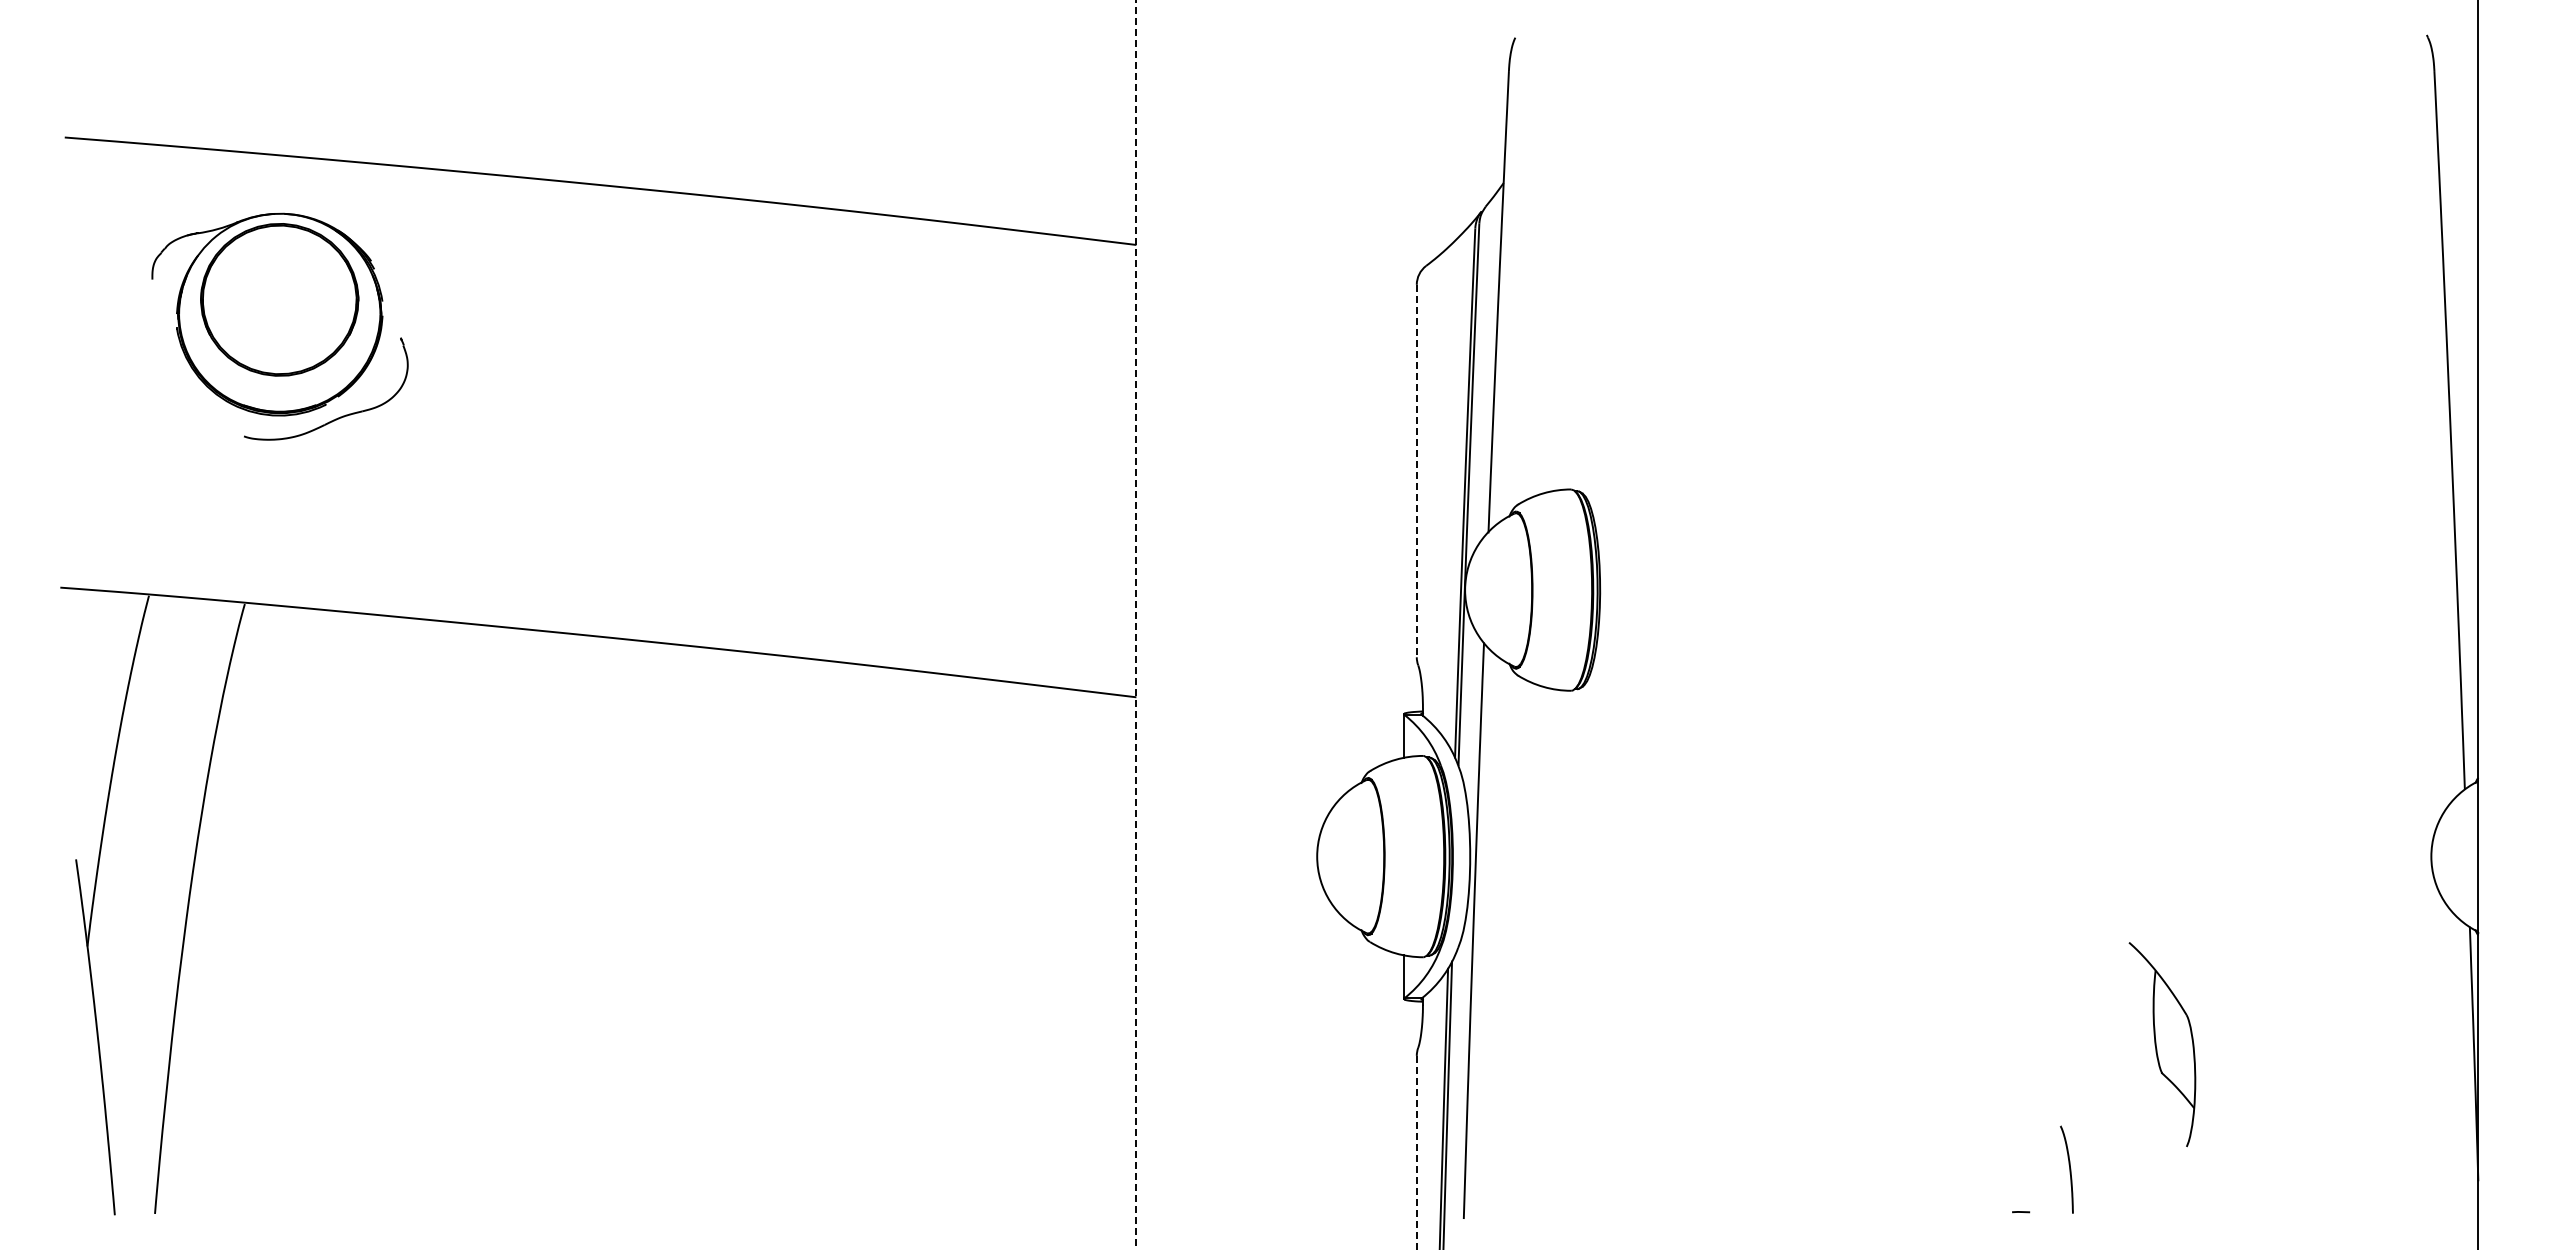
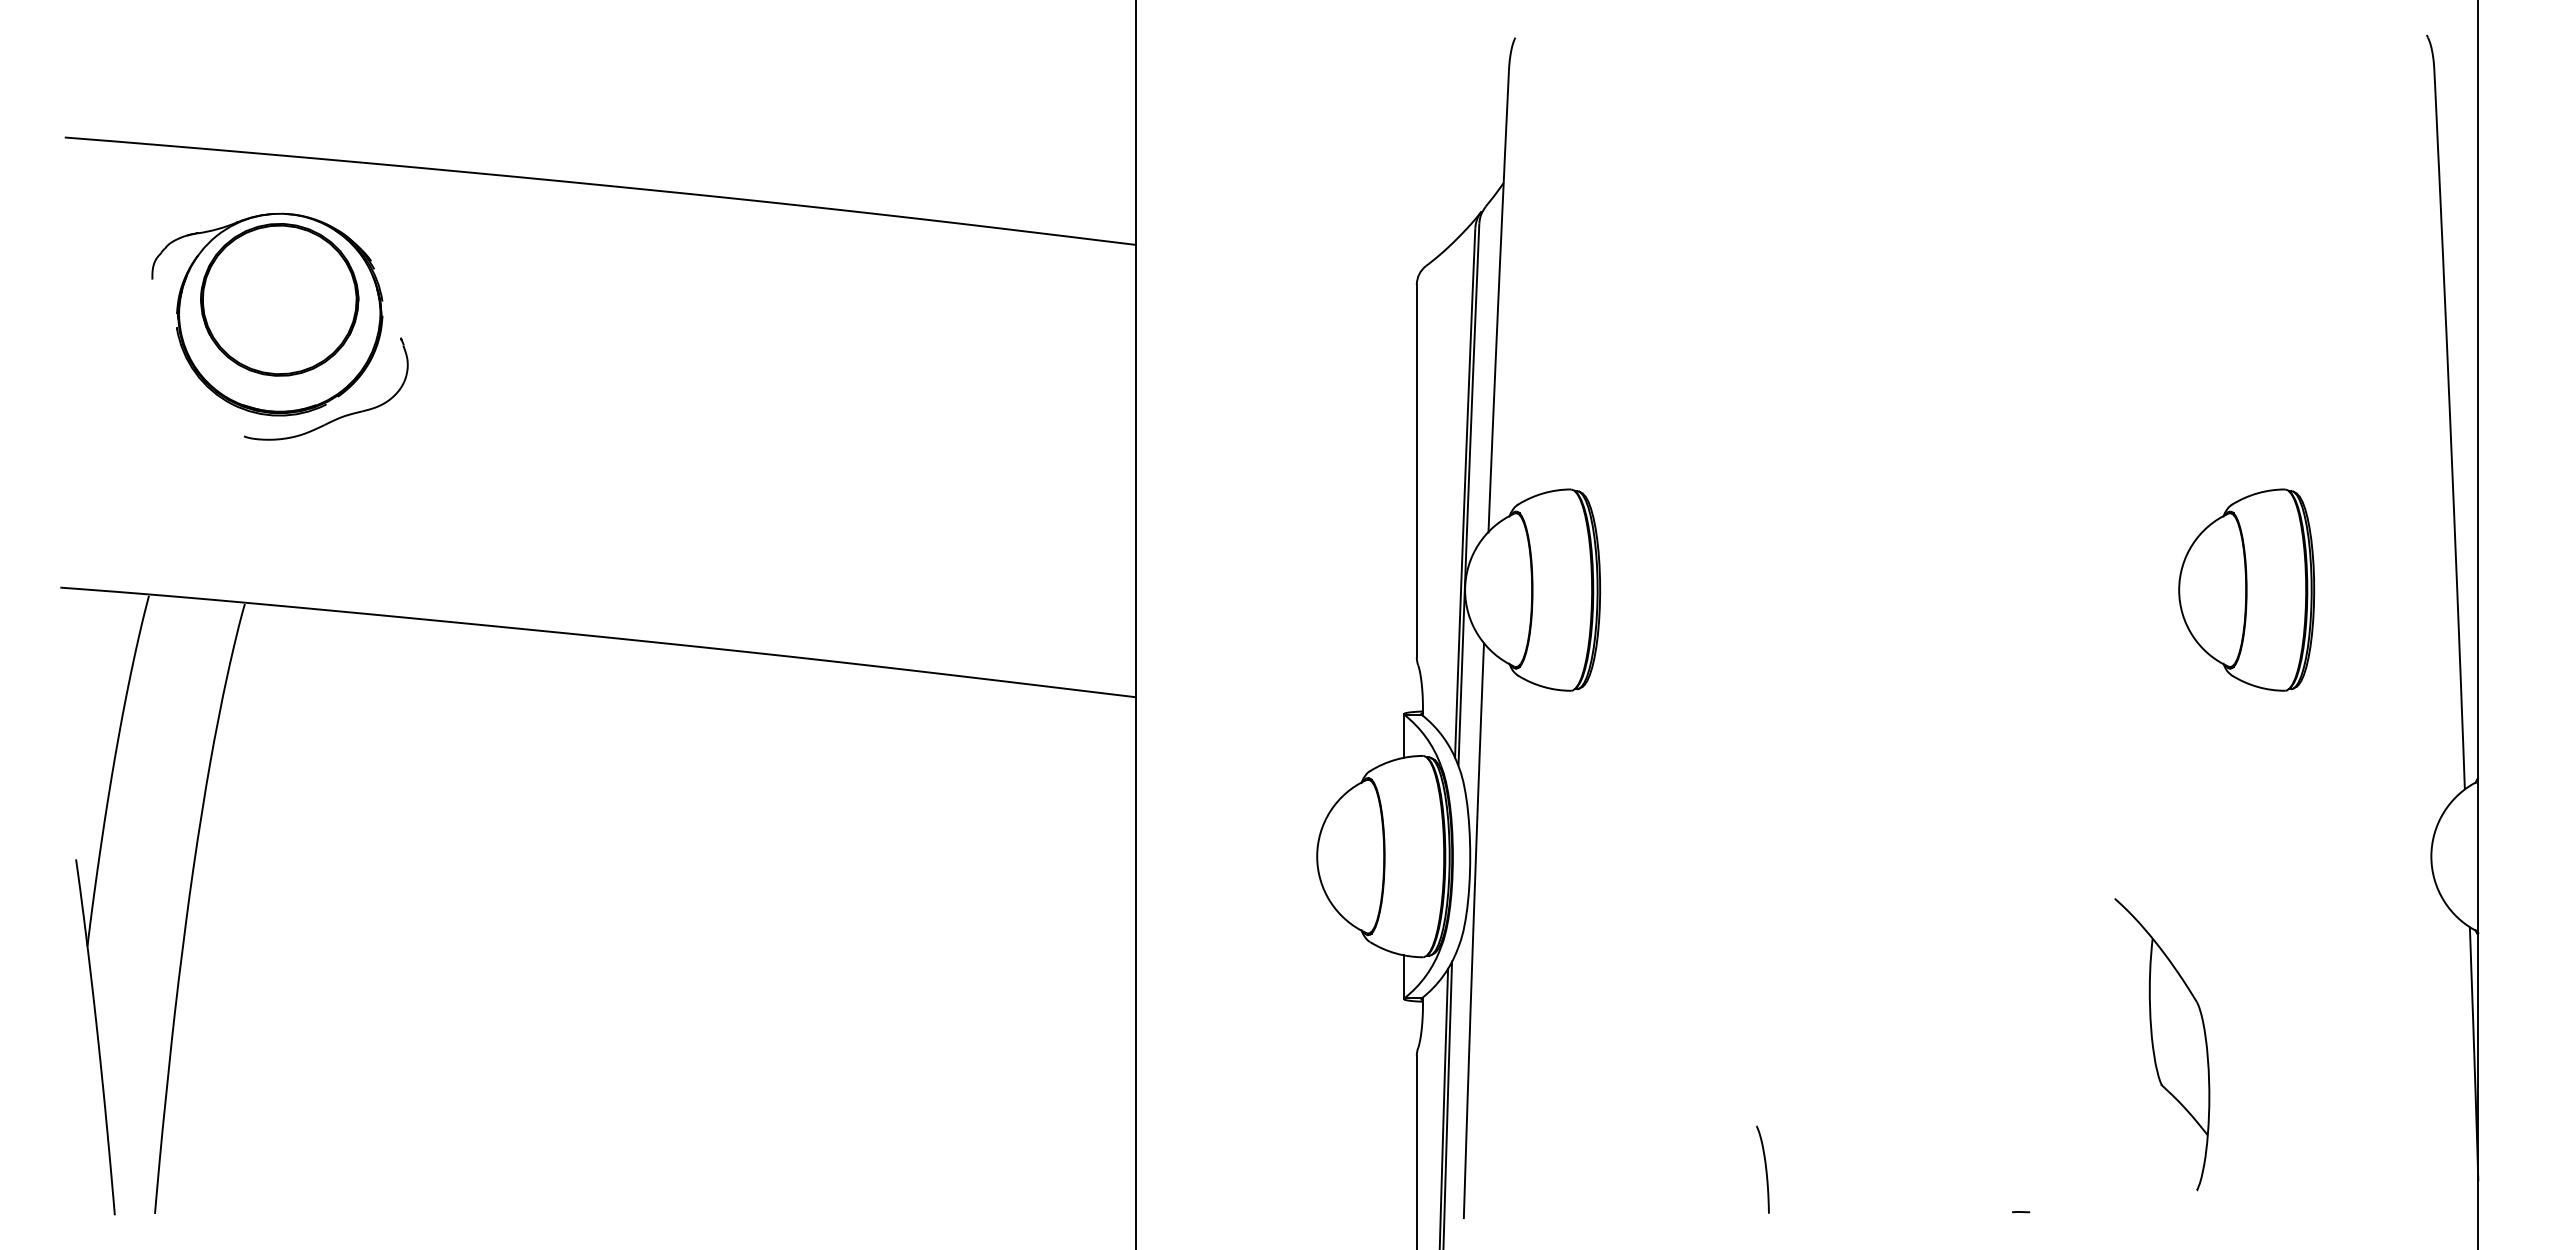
line at (1416, 471): dashed -> solid
part at (2246, 589): none -> present
line at (1136, 624): dashed -> solid
part at (2162, 1044) size: 69x206 px -> 97x294 px
line at (1416, 1152): dashed -> solid
curve at (2069, 1169) position: (2069, 1169) -> (1765, 1169)
